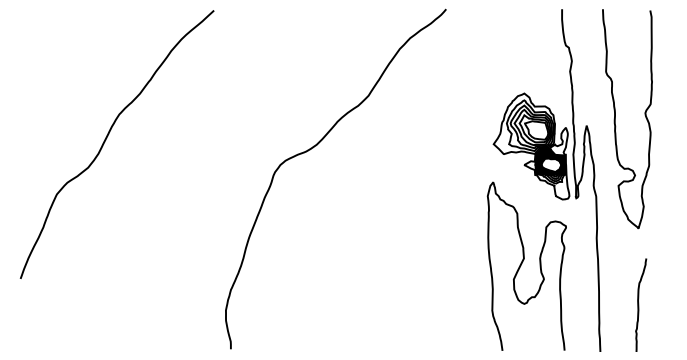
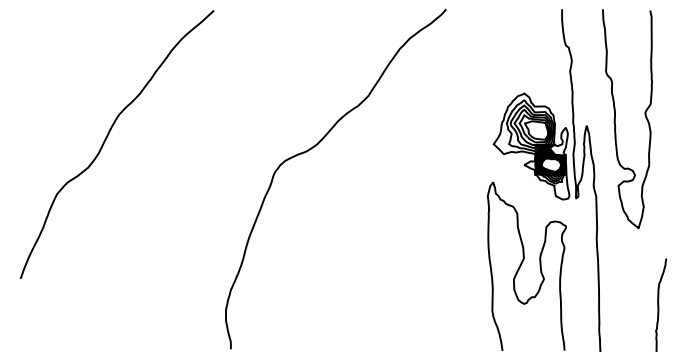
curve at (639, 304) position: (639, 304) -> (659, 304)
